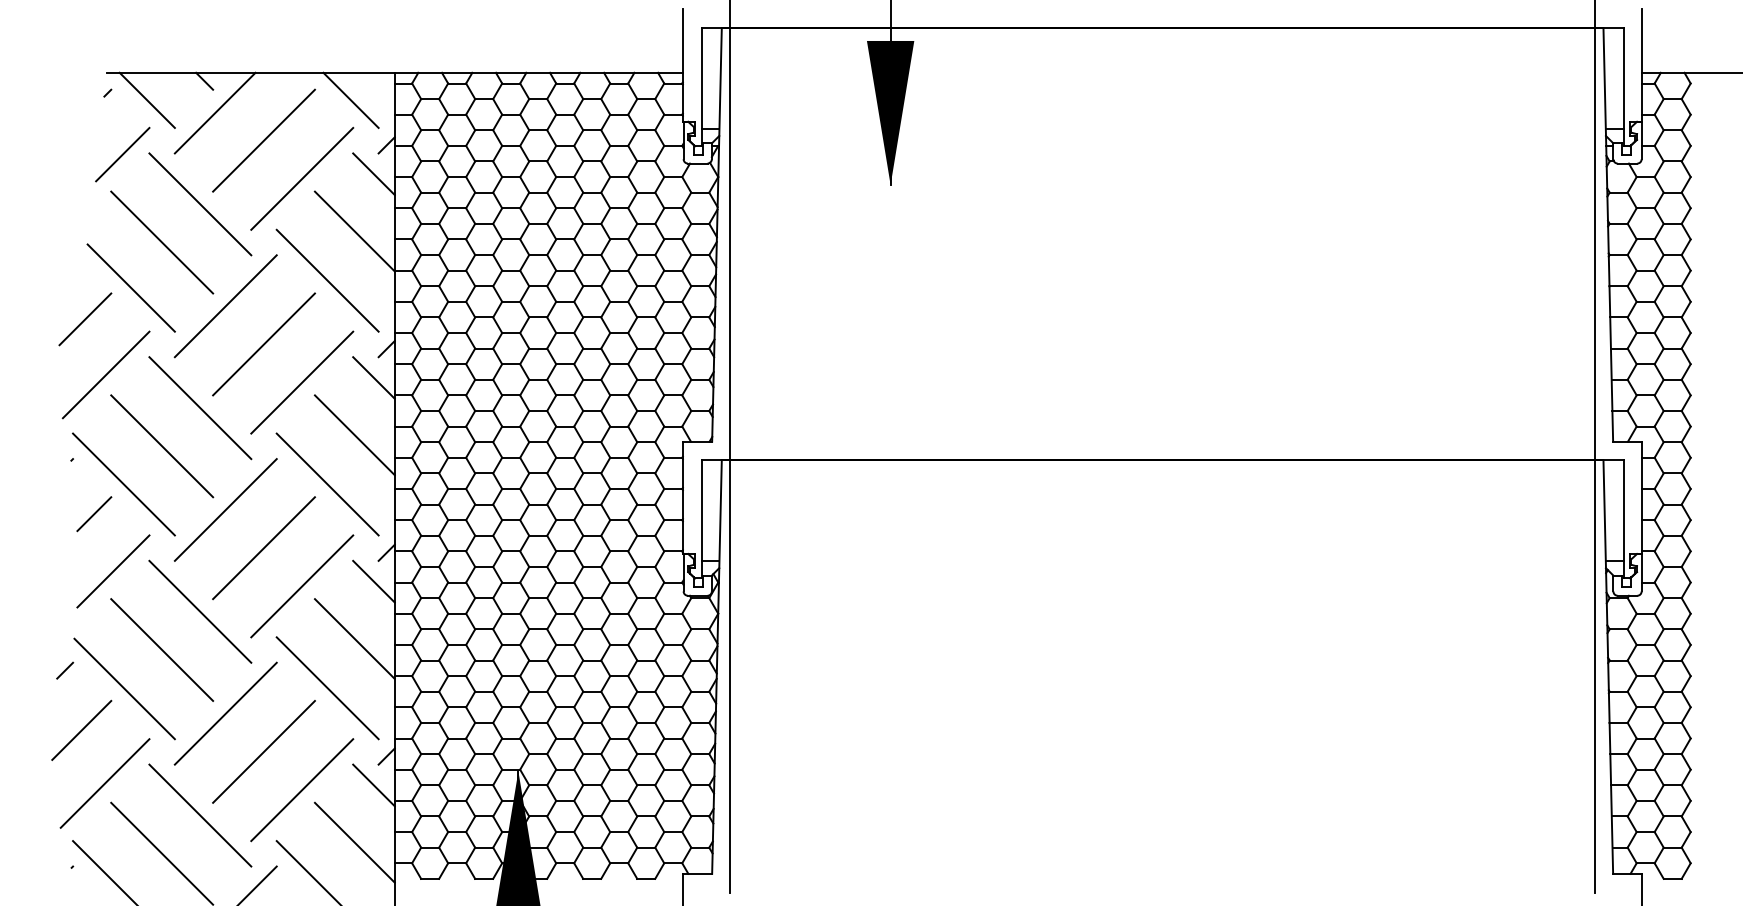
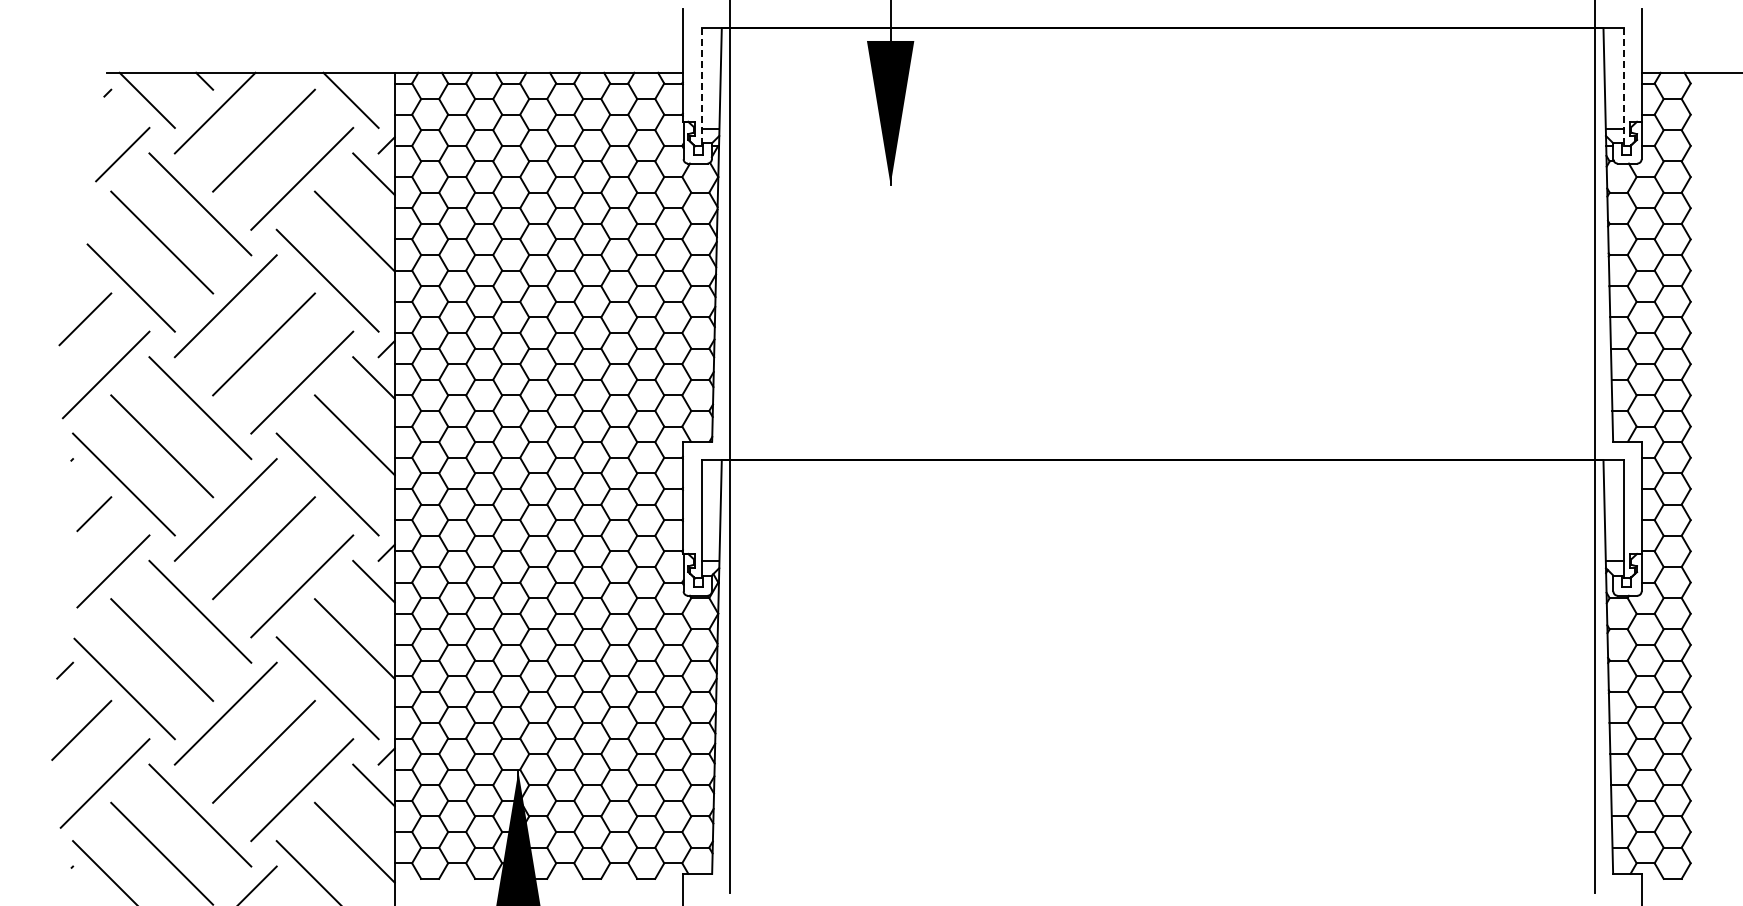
line at (701, 87): solid -> dashed
line at (1623, 87): solid -> dashed
